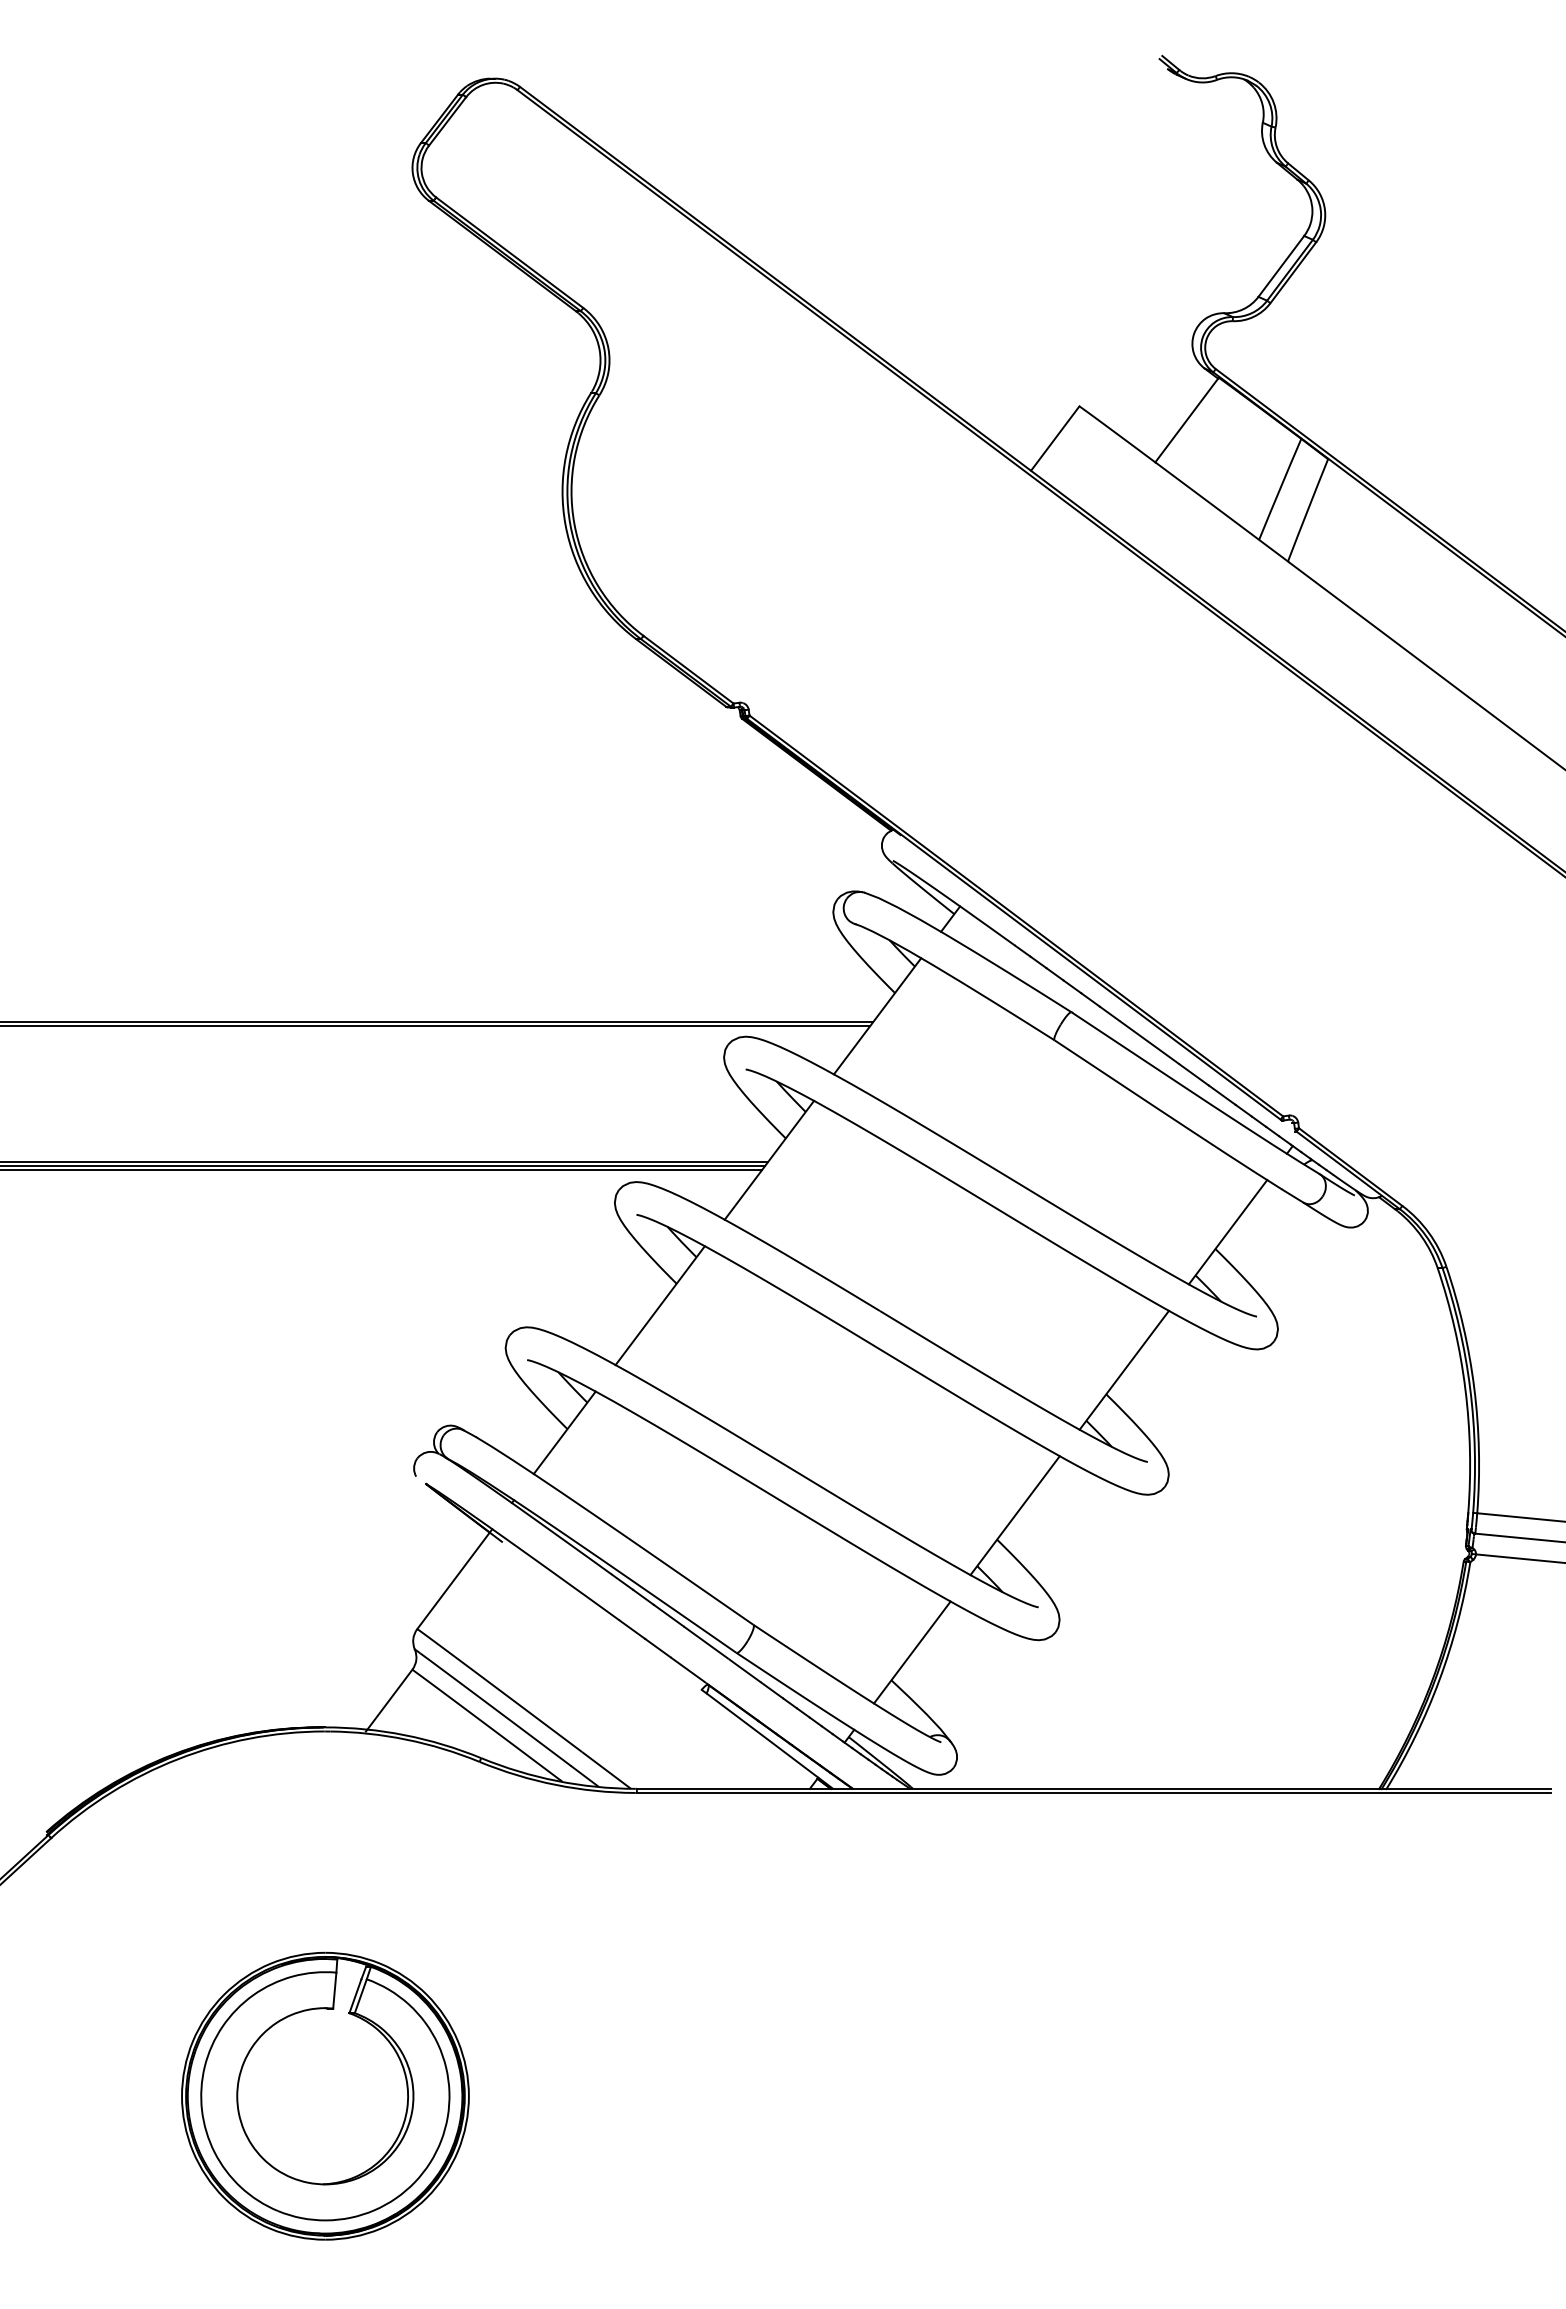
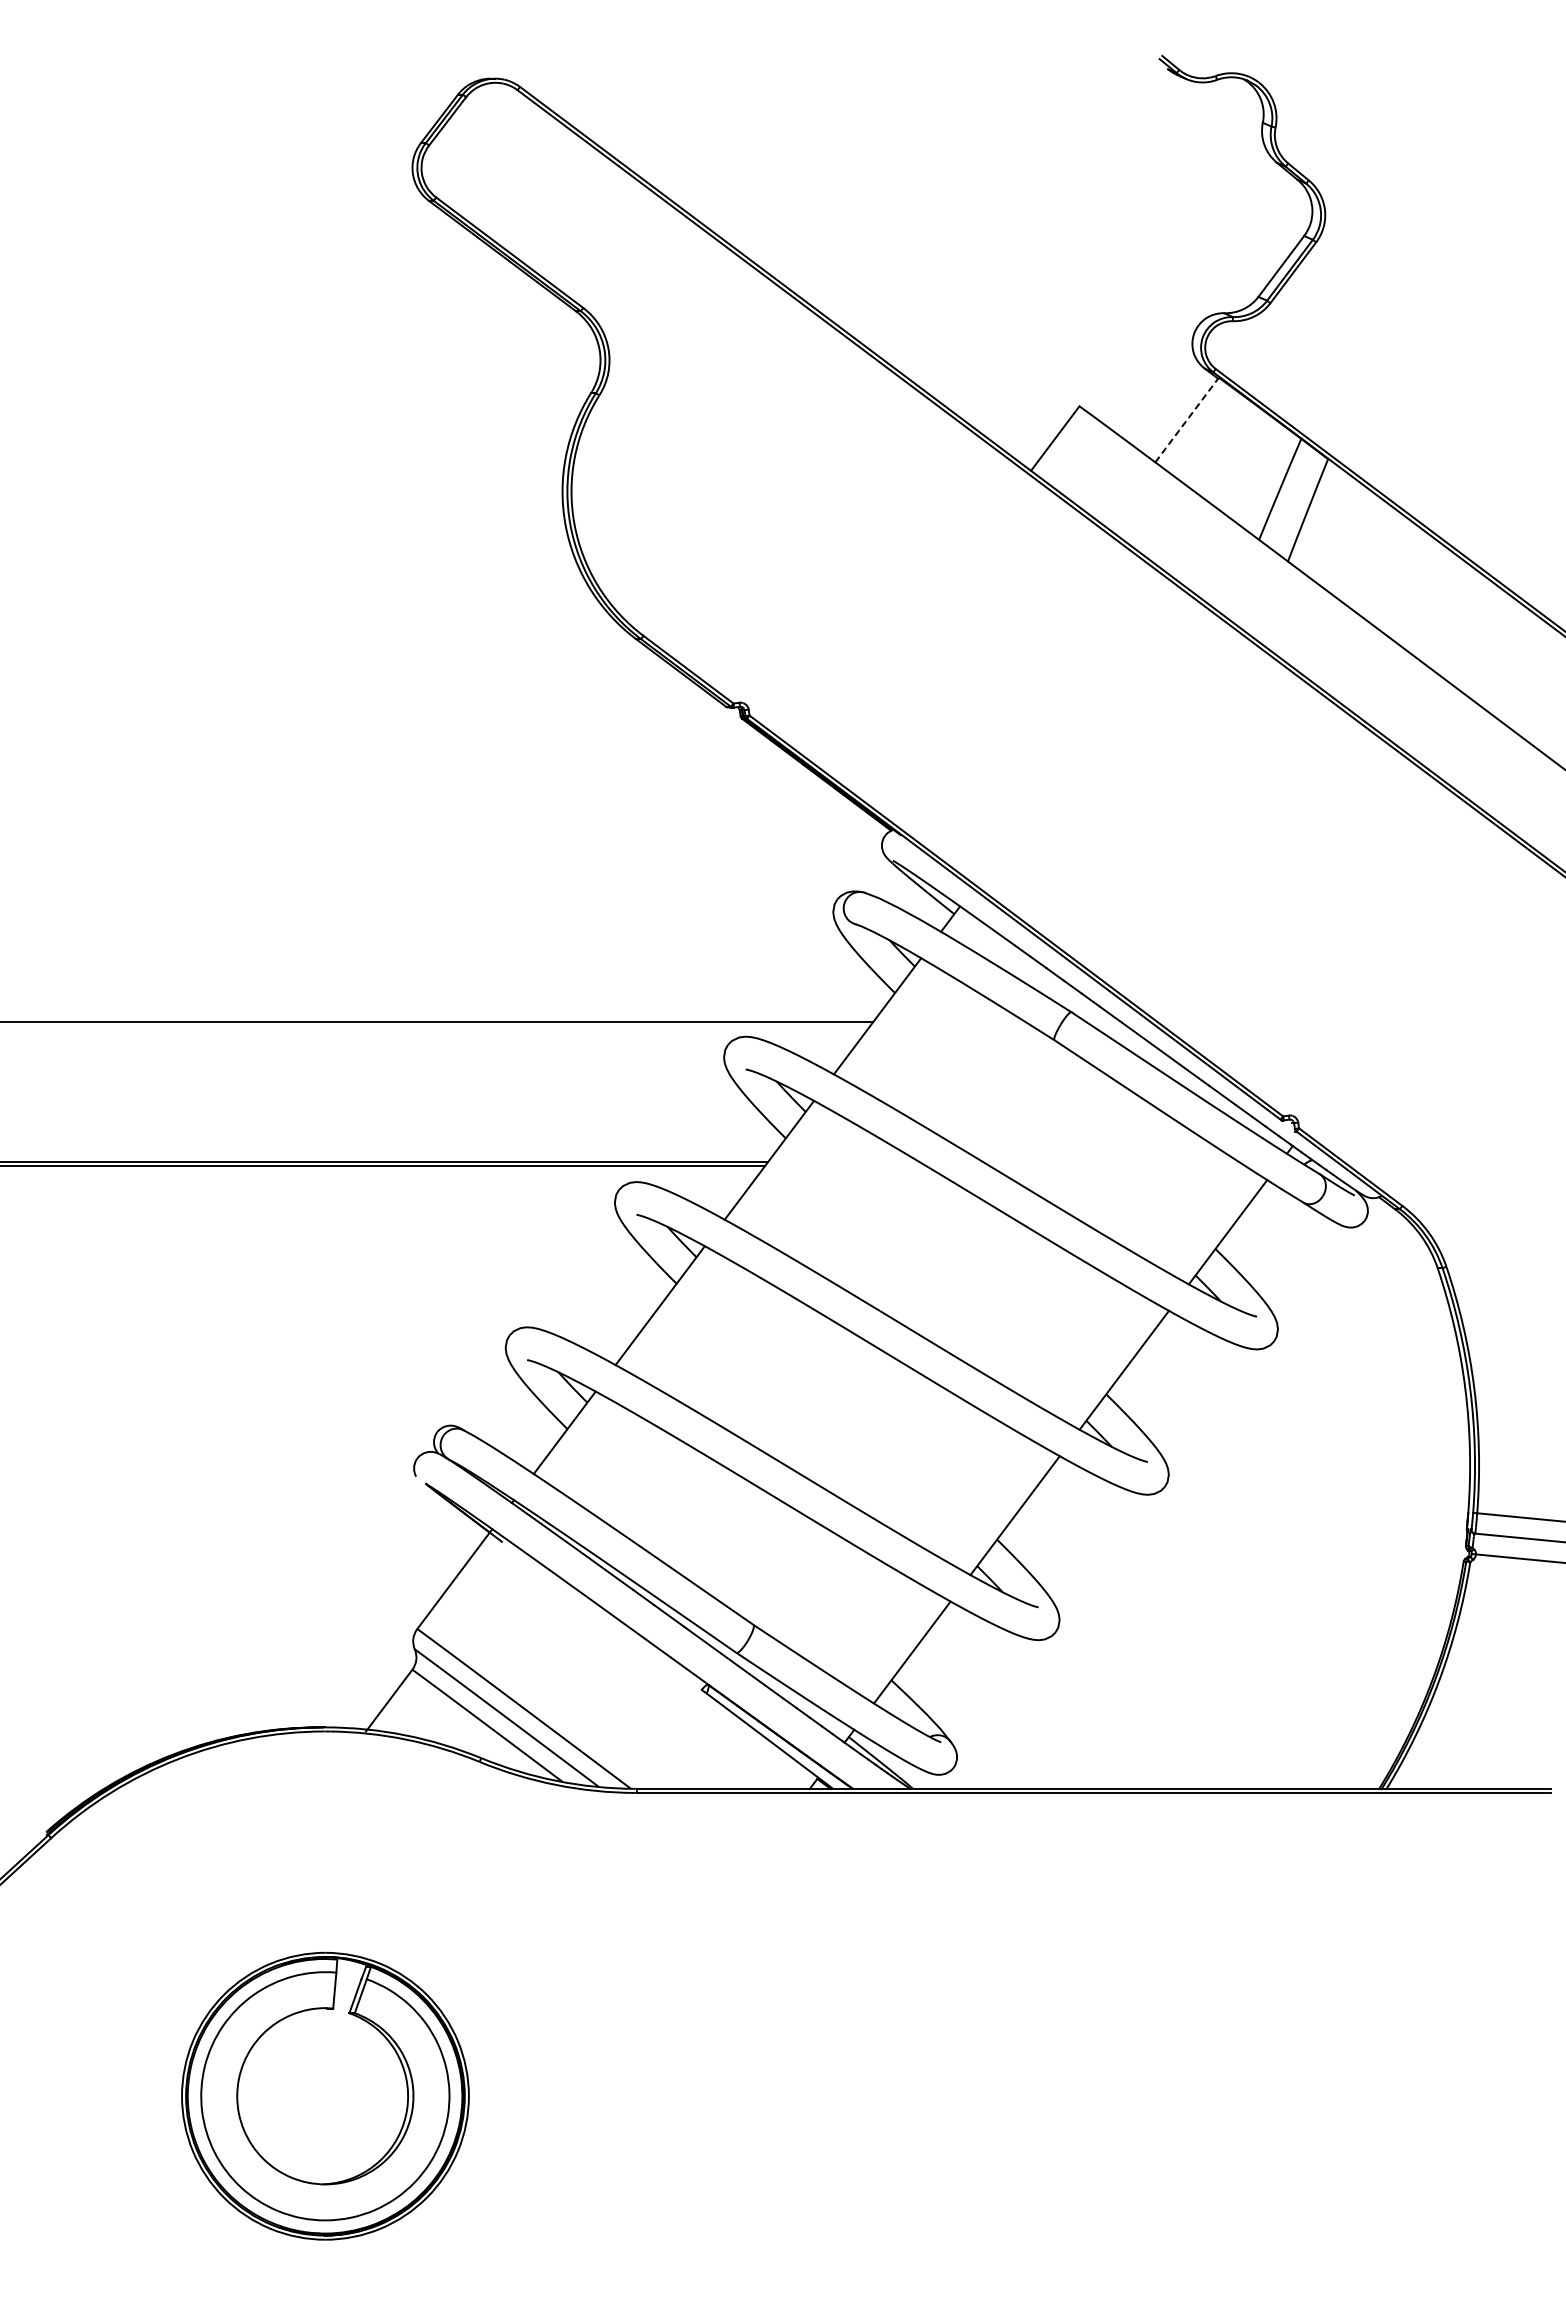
line at (1187, 420): solid -> dashed
line at (435, 1026): present -> none
line at (382, 1169): present -> none
